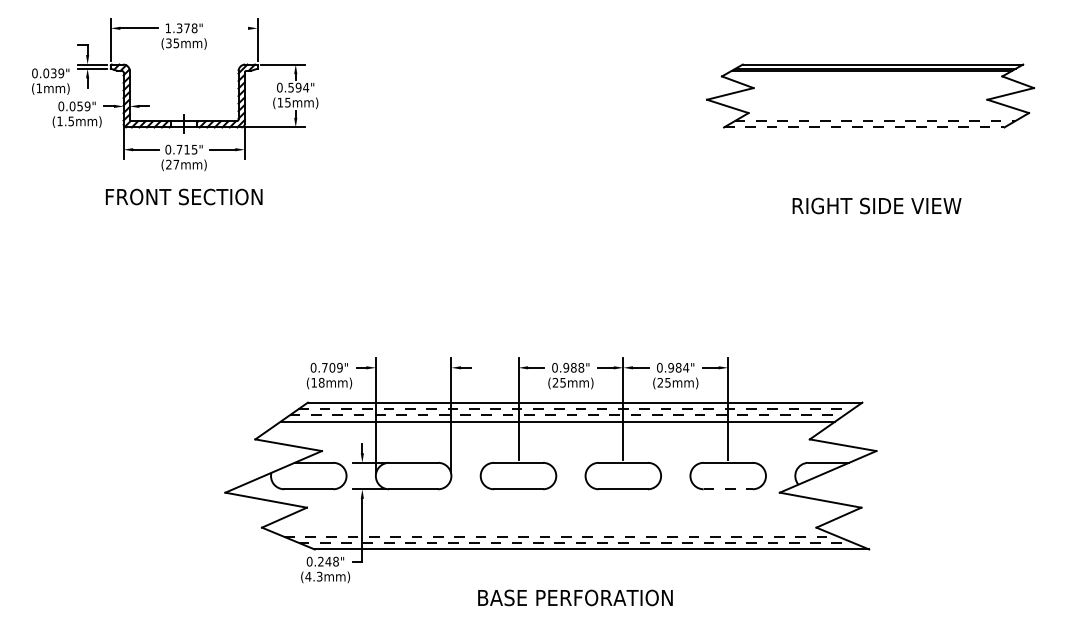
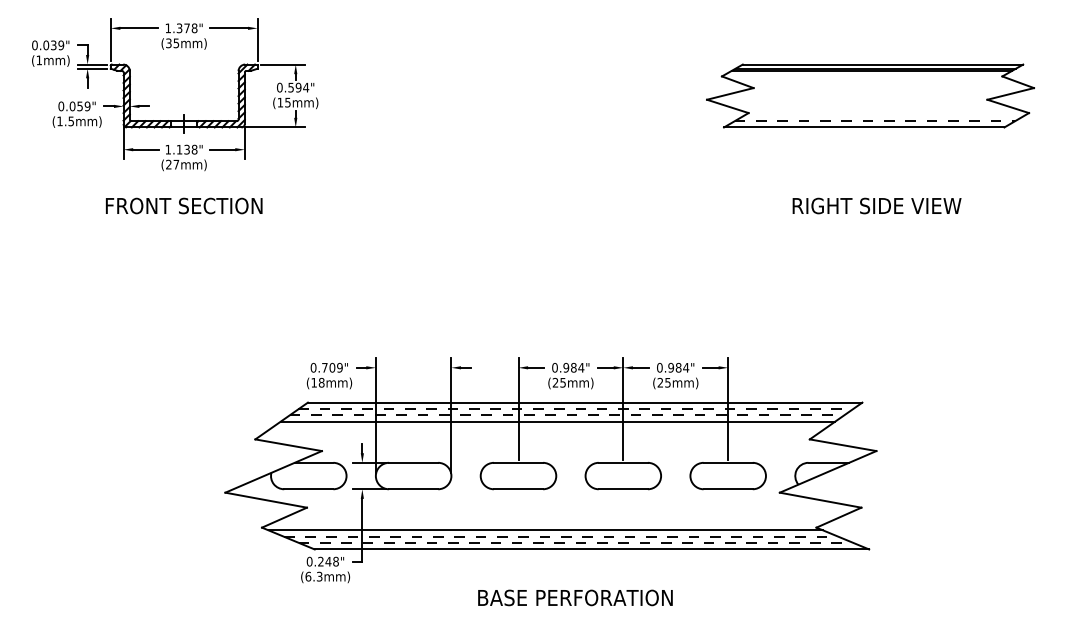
line at (229, 28): none -> present
text at (50, 81) position: (50, 81) -> (50, 53)
line at (864, 127): dashed -> solid
text at (181, 149): 0.715" -> 1.138"
text at (184, 196) position: (184, 196) -> (184, 205)
text at (581, 367): 0.988" -> 0.984"
line at (728, 489): dashed -> solid
line at (545, 530): none -> present
text at (308, 576): (4.3mm) -> (6.3mm)
